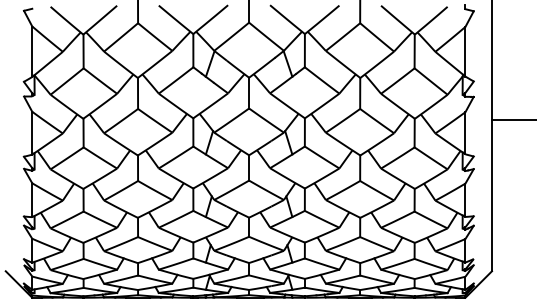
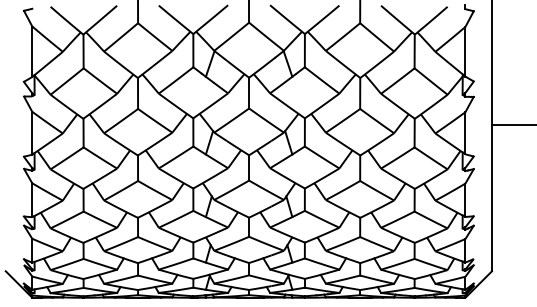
line at (512, 120) position: (512, 120) -> (512, 125)
